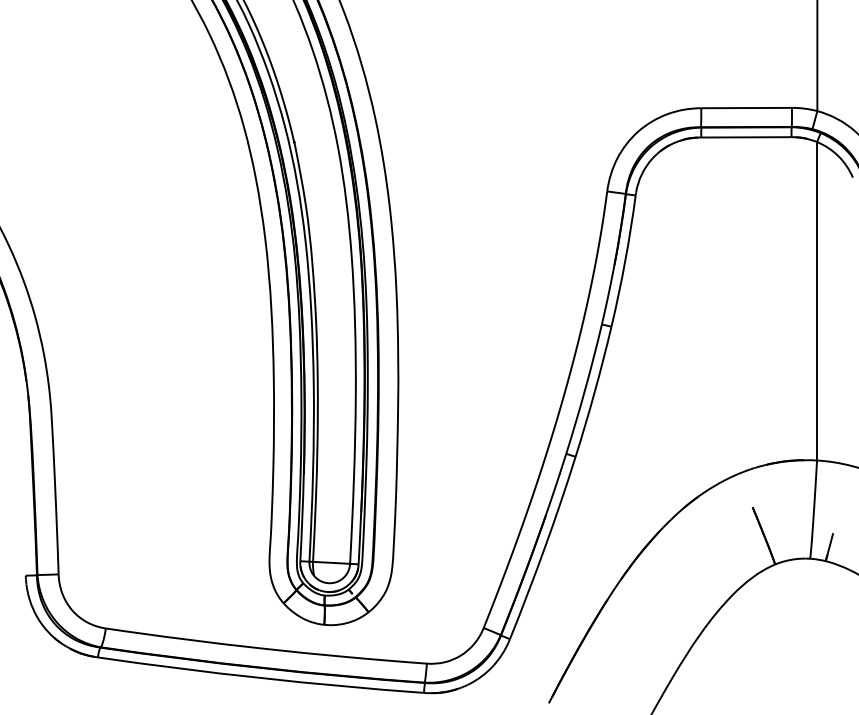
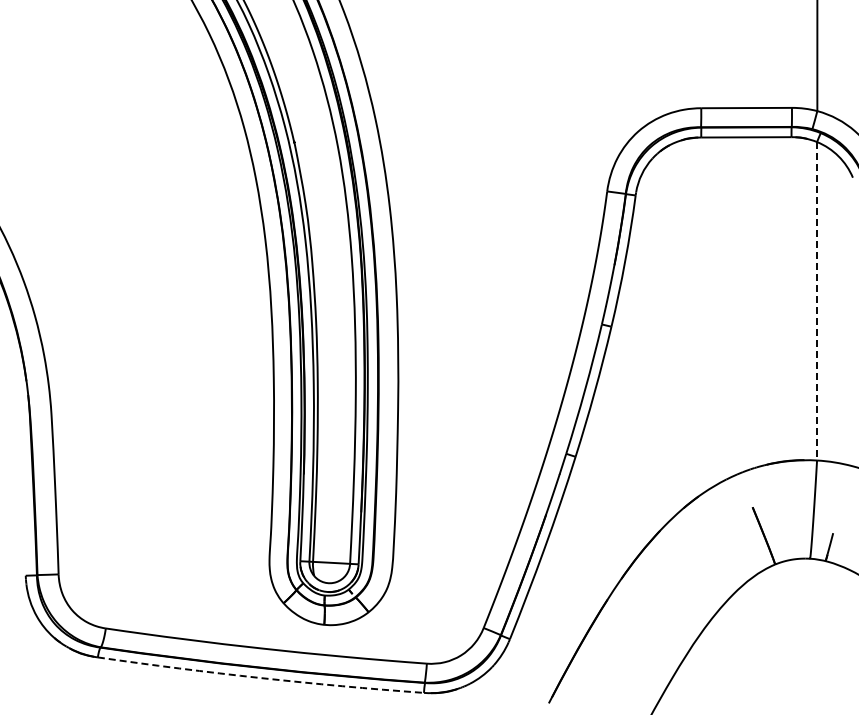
line at (817, 301): solid -> dashed
arc at (260, 678): solid -> dashed
